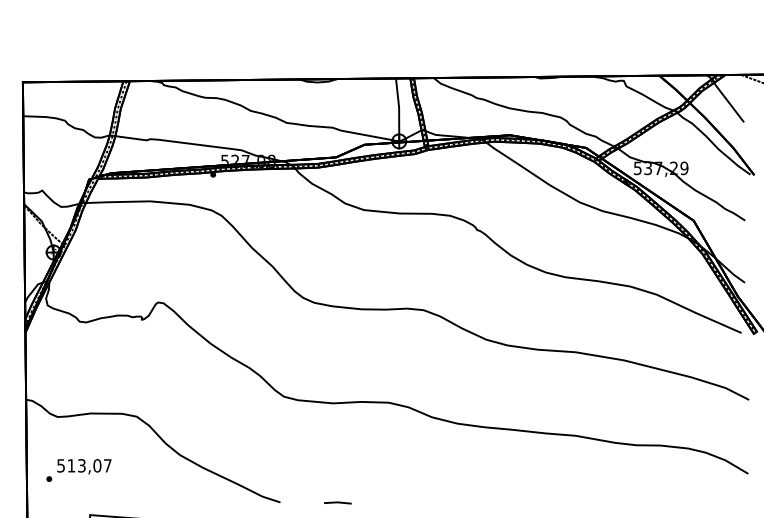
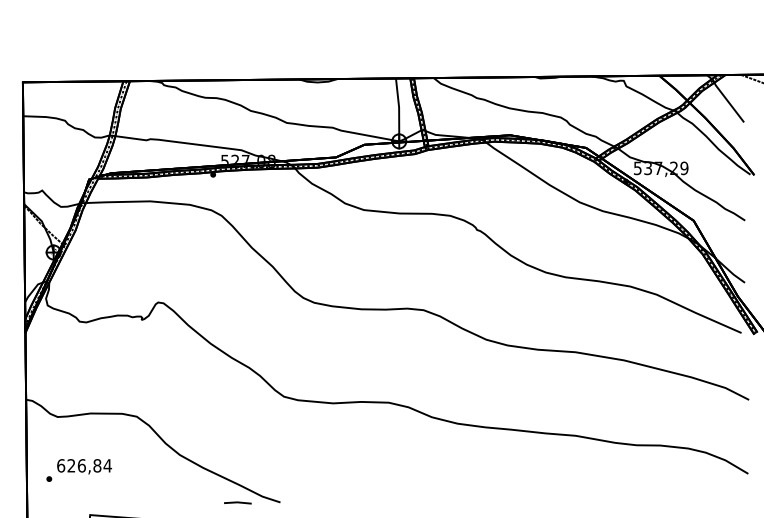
text at (84, 465): 513,07 -> 626,84
line at (337, 502) position: (337, 502) -> (237, 502)
